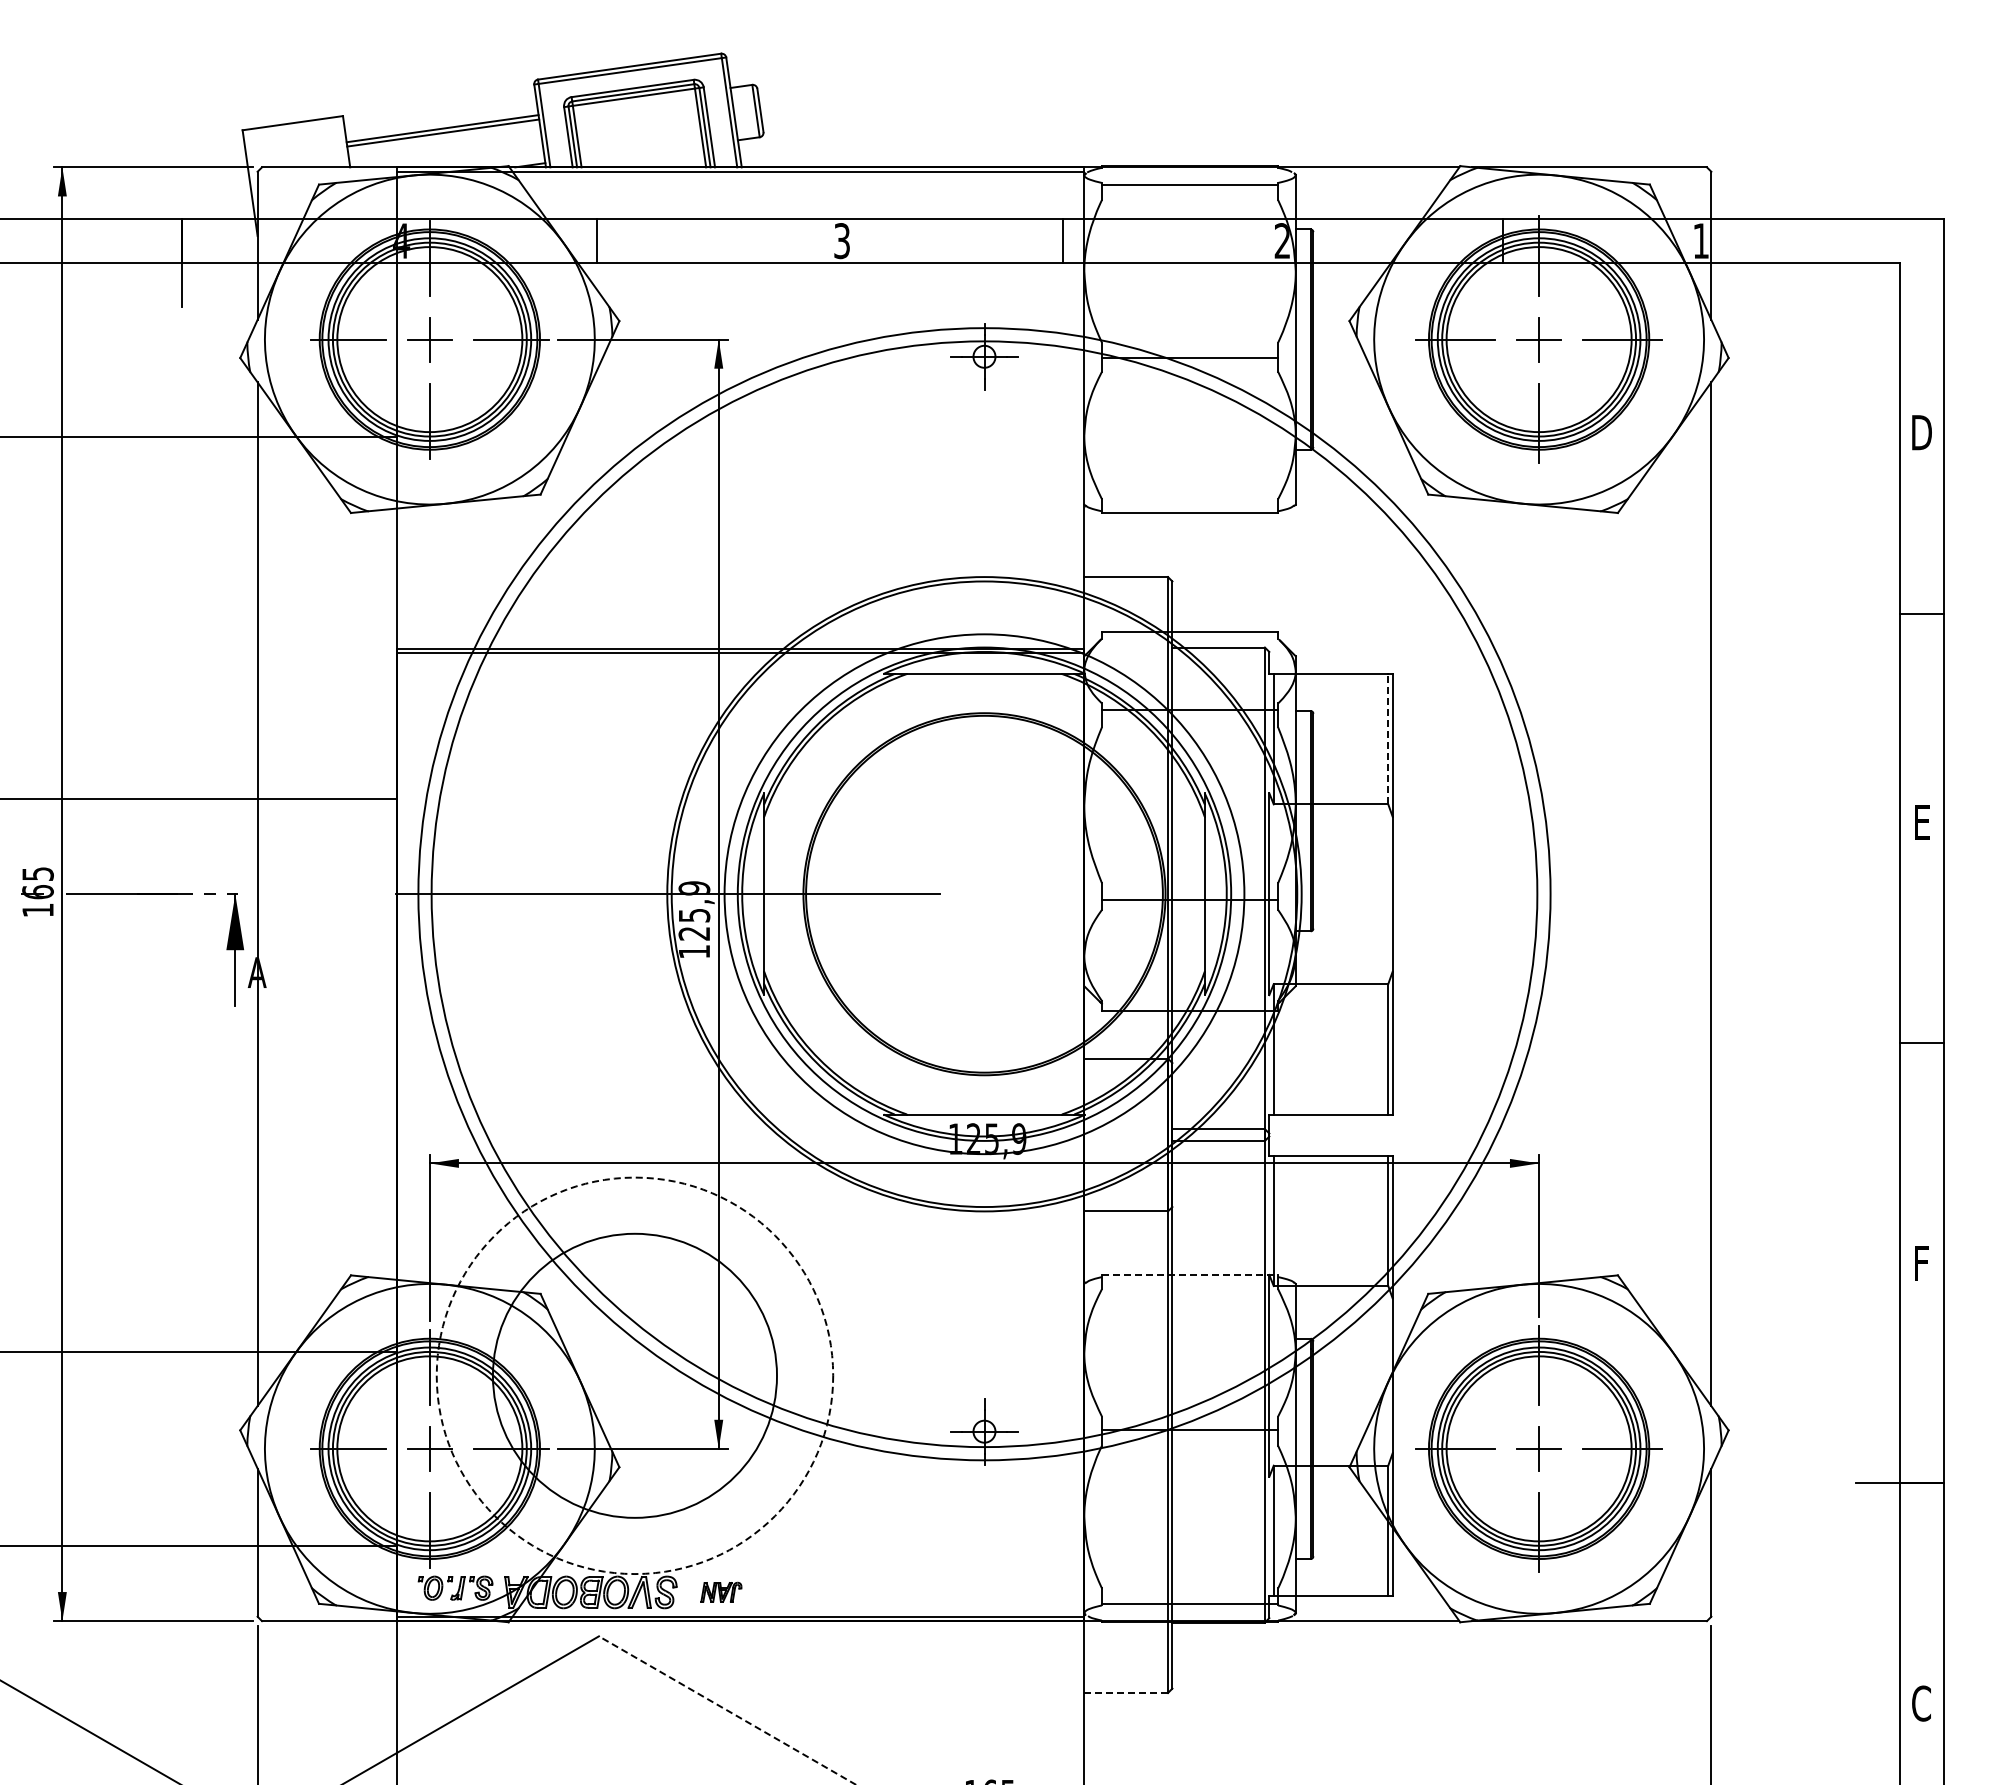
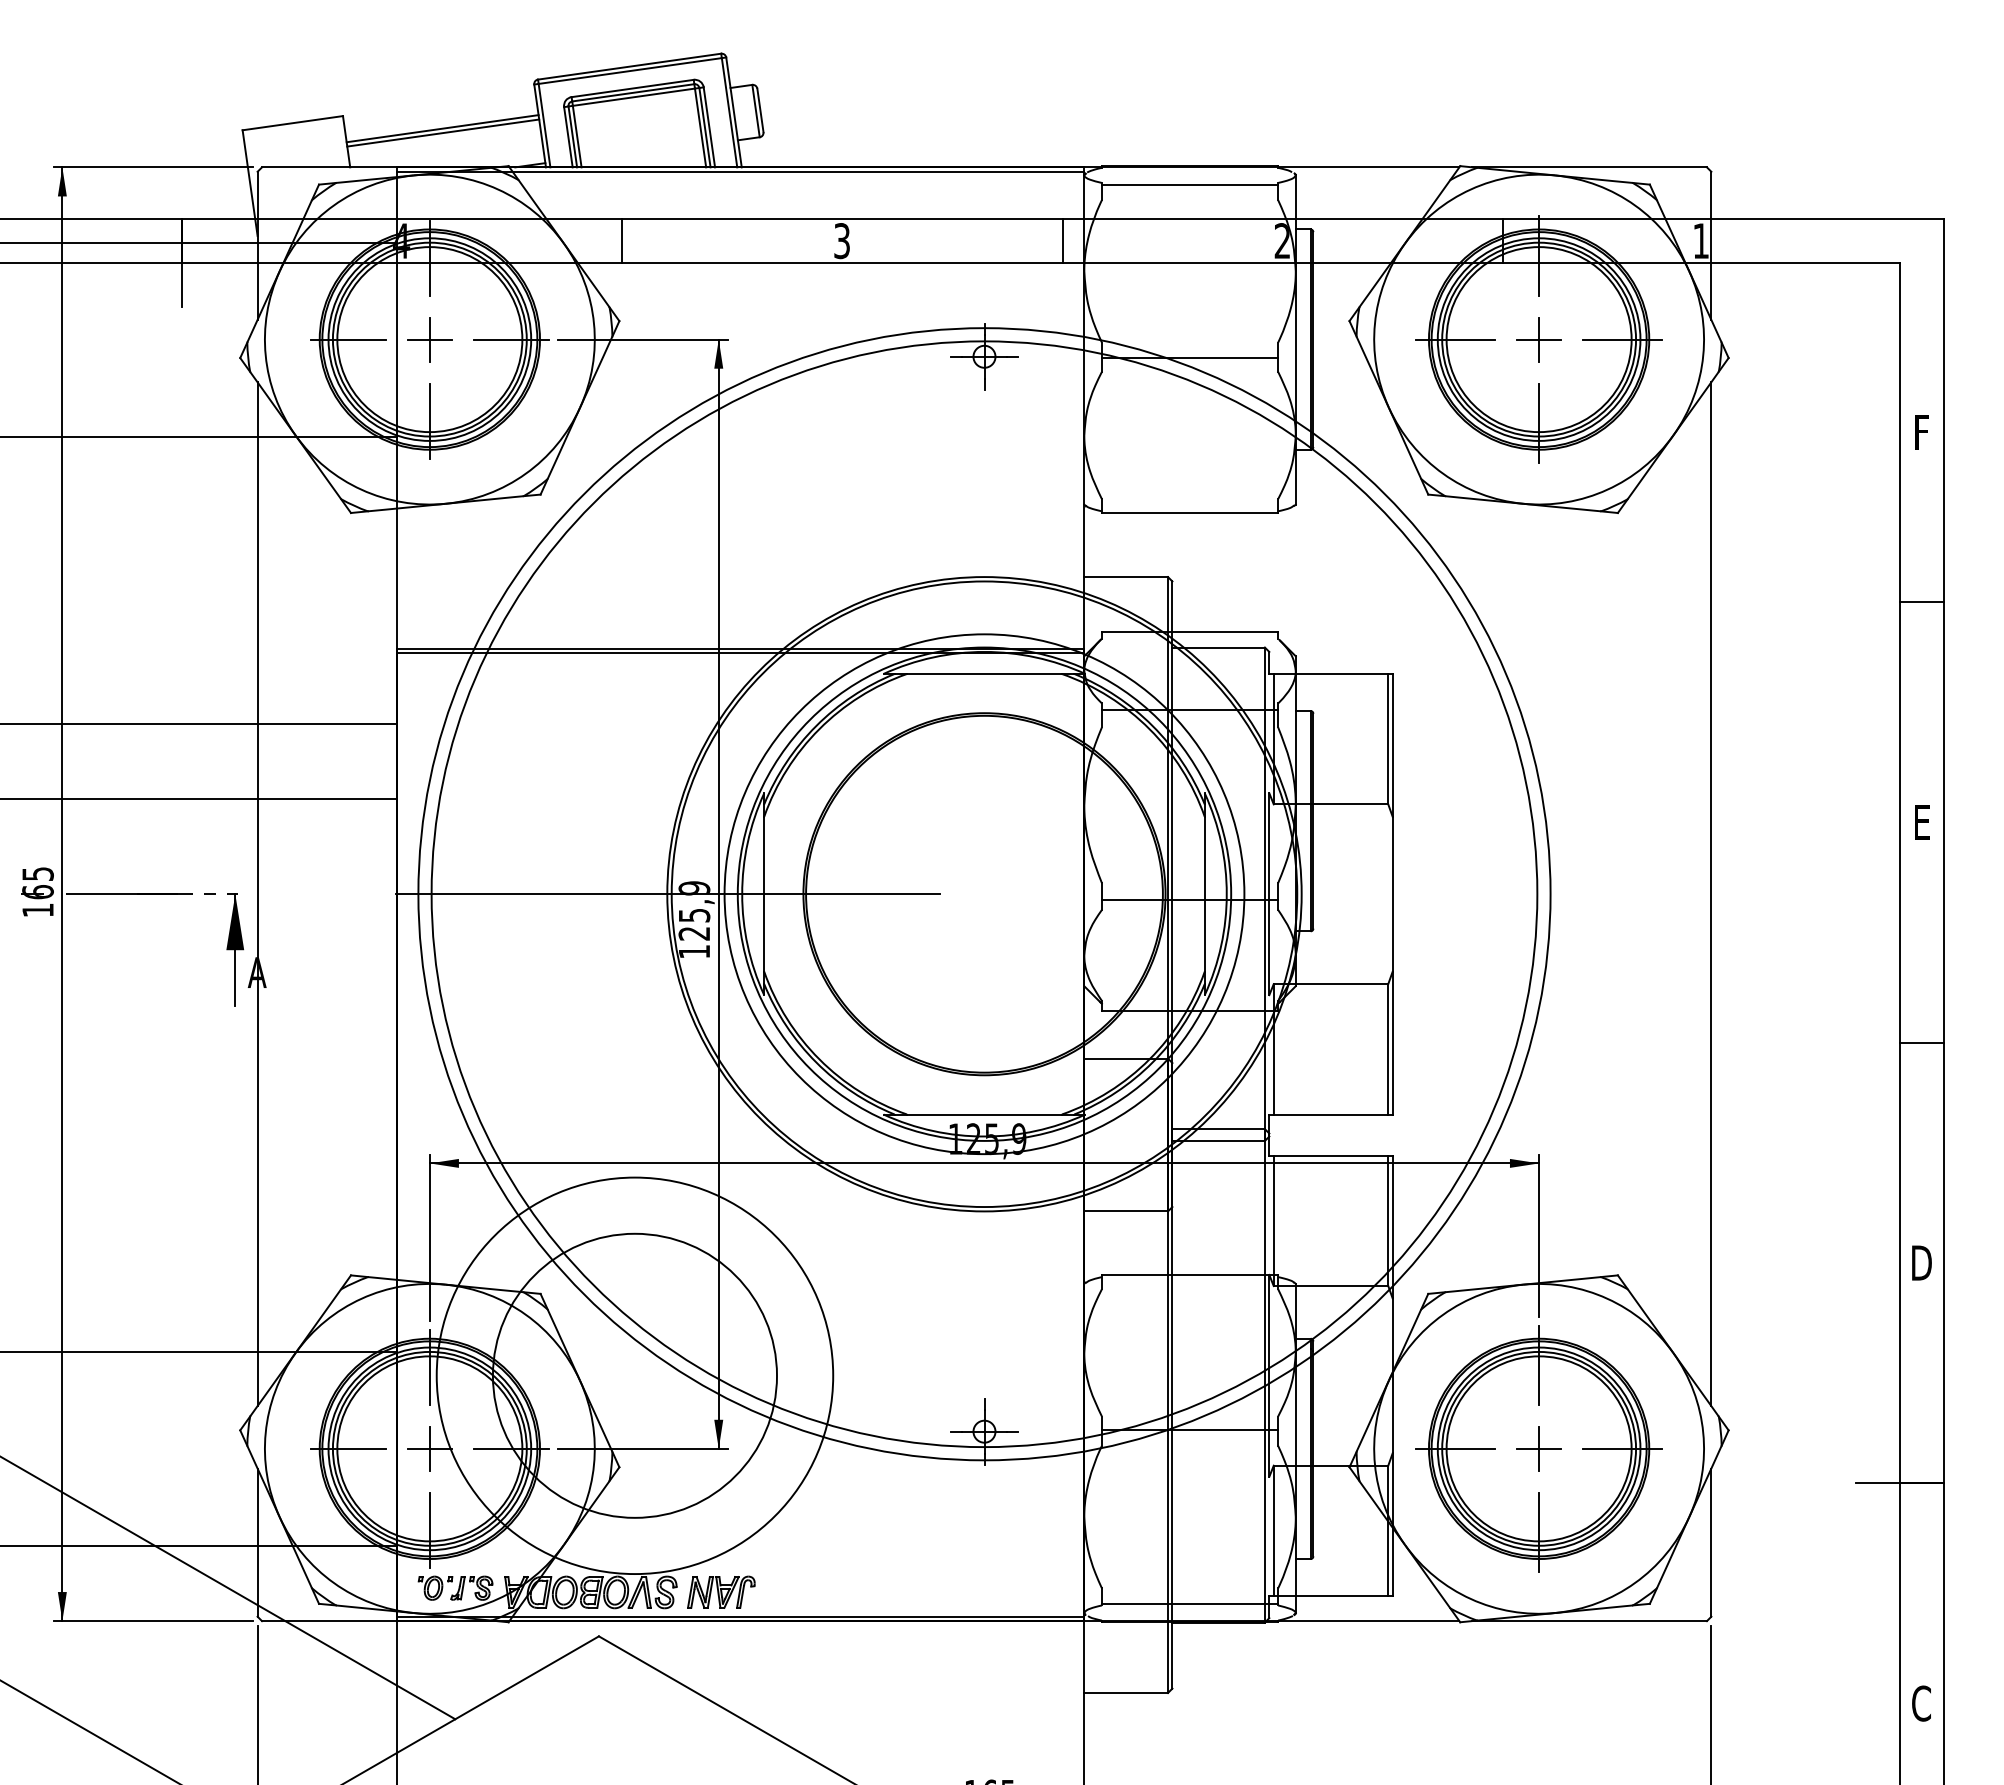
line at (597, 240) position: (597, 240) -> (622, 240)
line at (199, 242): none -> present
text at (1921, 432): D -> F
line at (1921, 614) position: (1921, 614) -> (1921, 602)
line at (199, 724): none -> present
line at (1388, 738): dashed -> solid
text at (1921, 1262): F -> D
line at (1190, 1275): dashed -> solid
circle at (634, 1375): dashed -> solid
line at (228, 1588): none -> present
part at (721, 1591) size: 43x22 px -> 69x34 px
line at (1126, 1693): dashed -> solid
line at (726, 1710): dashed -> solid
